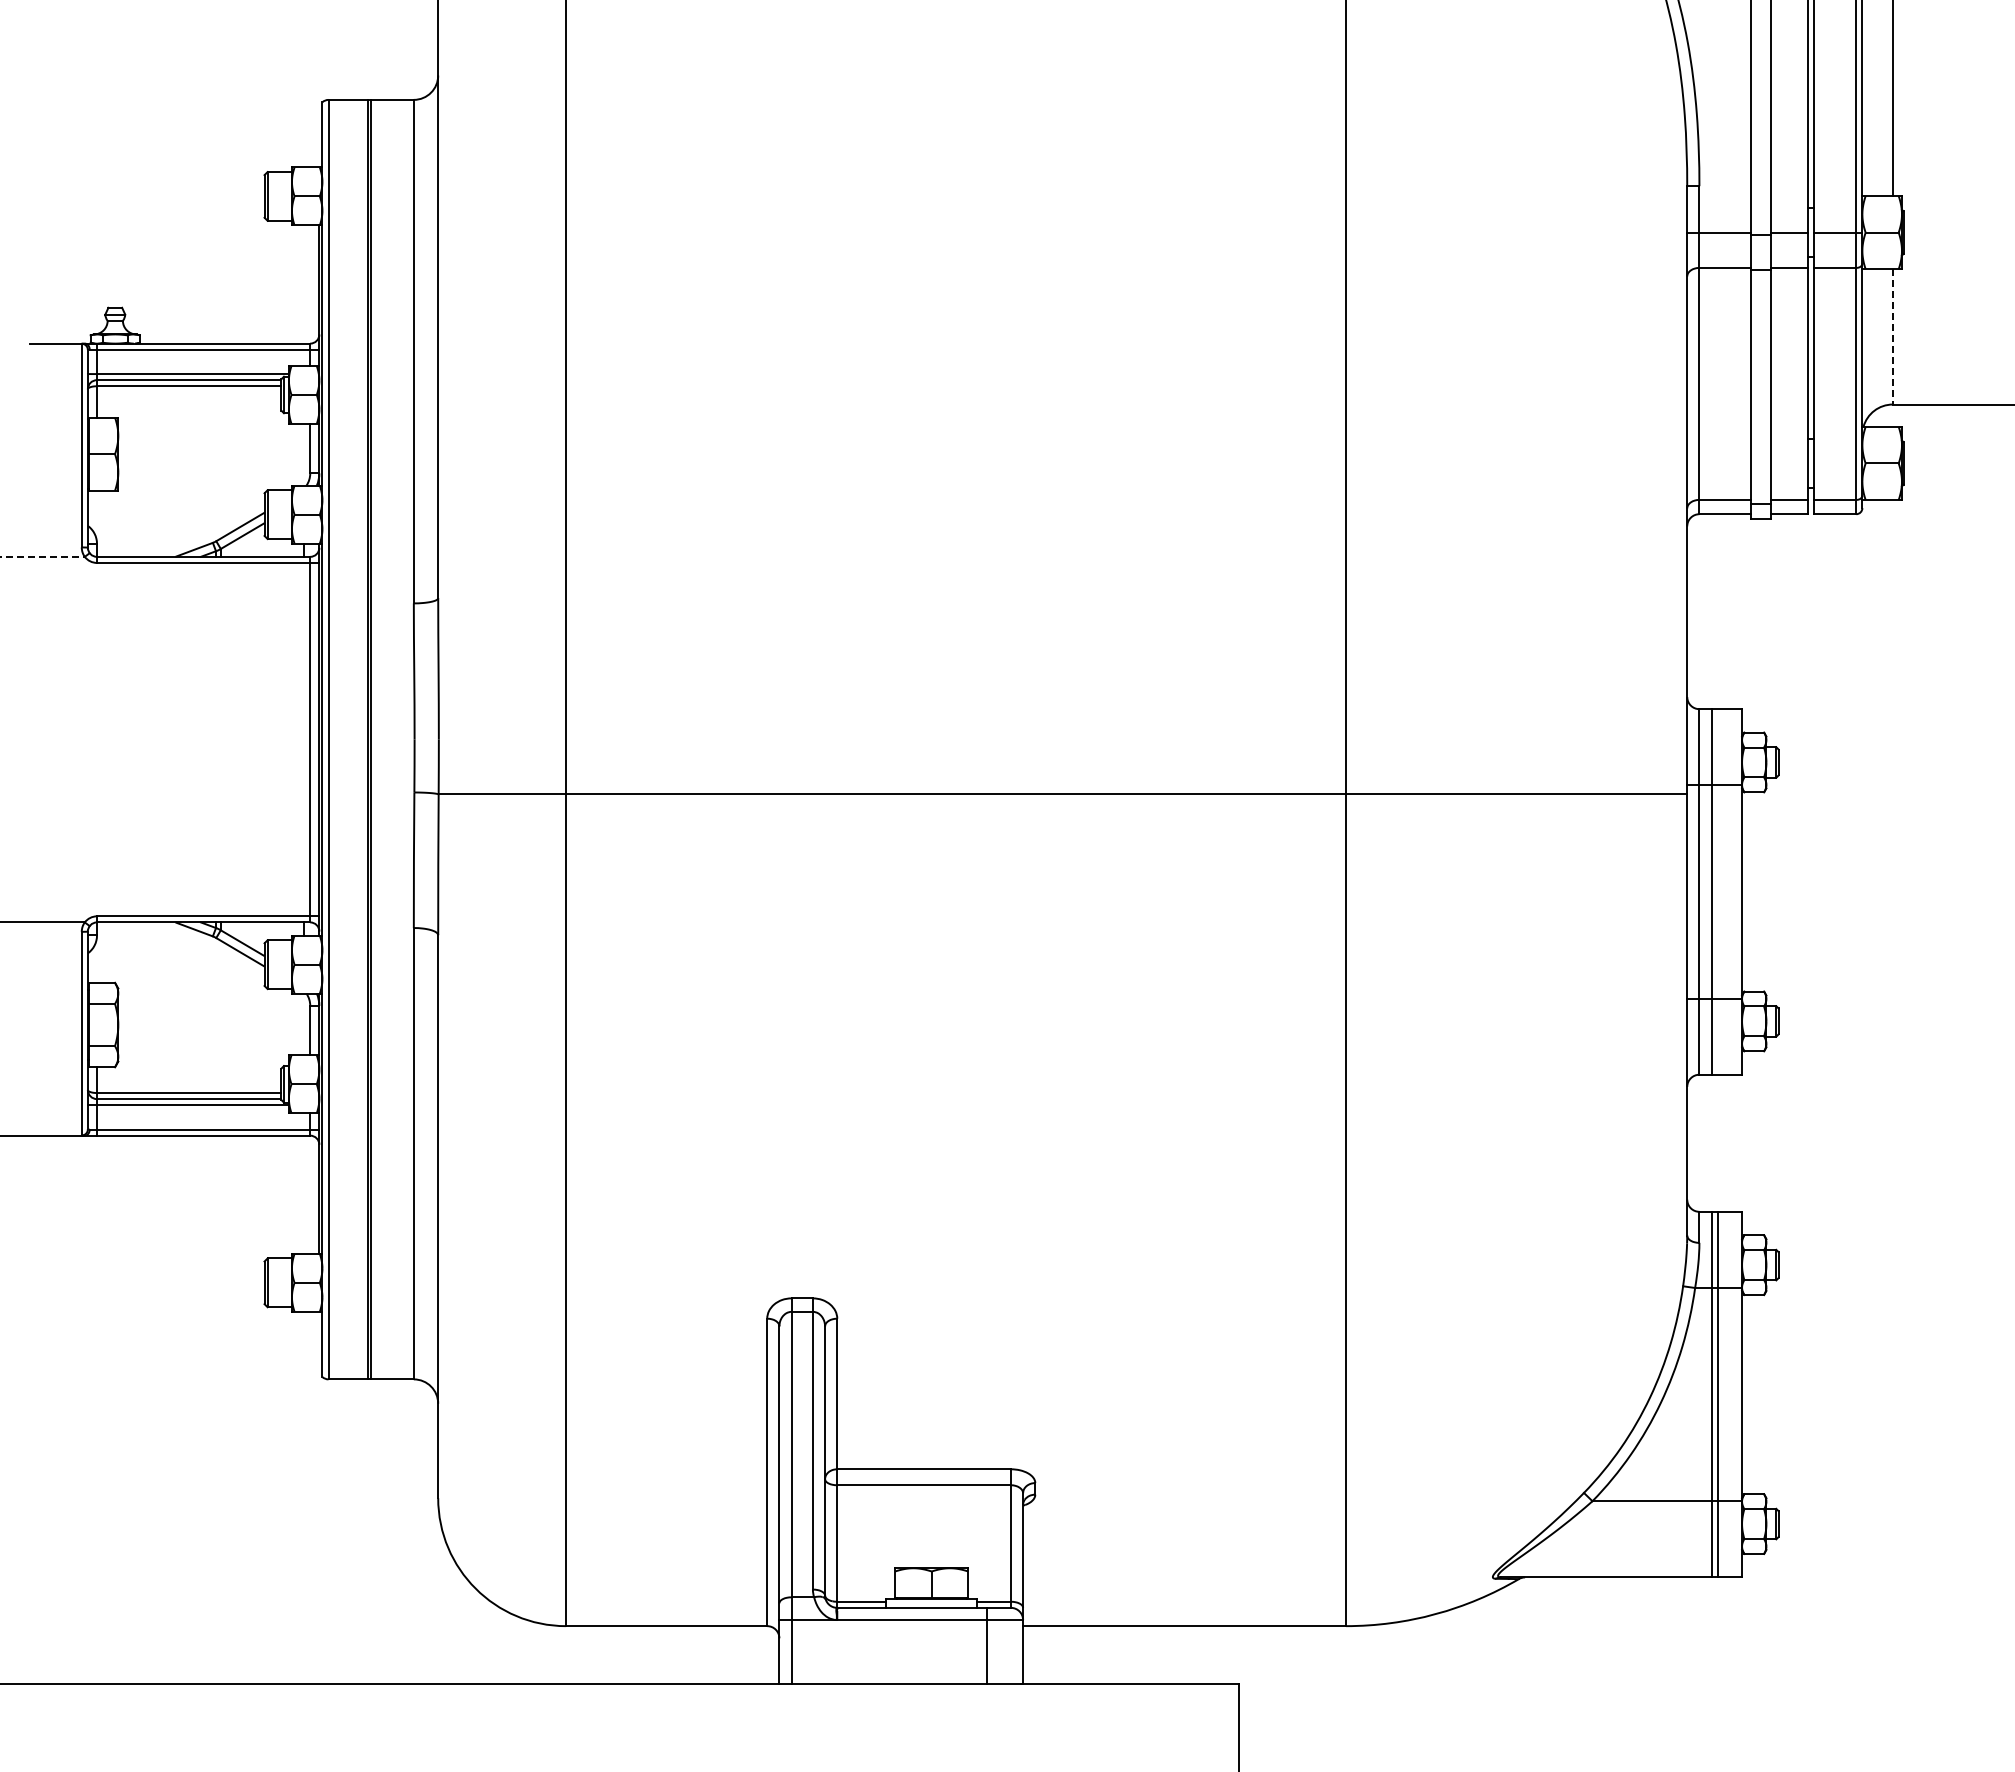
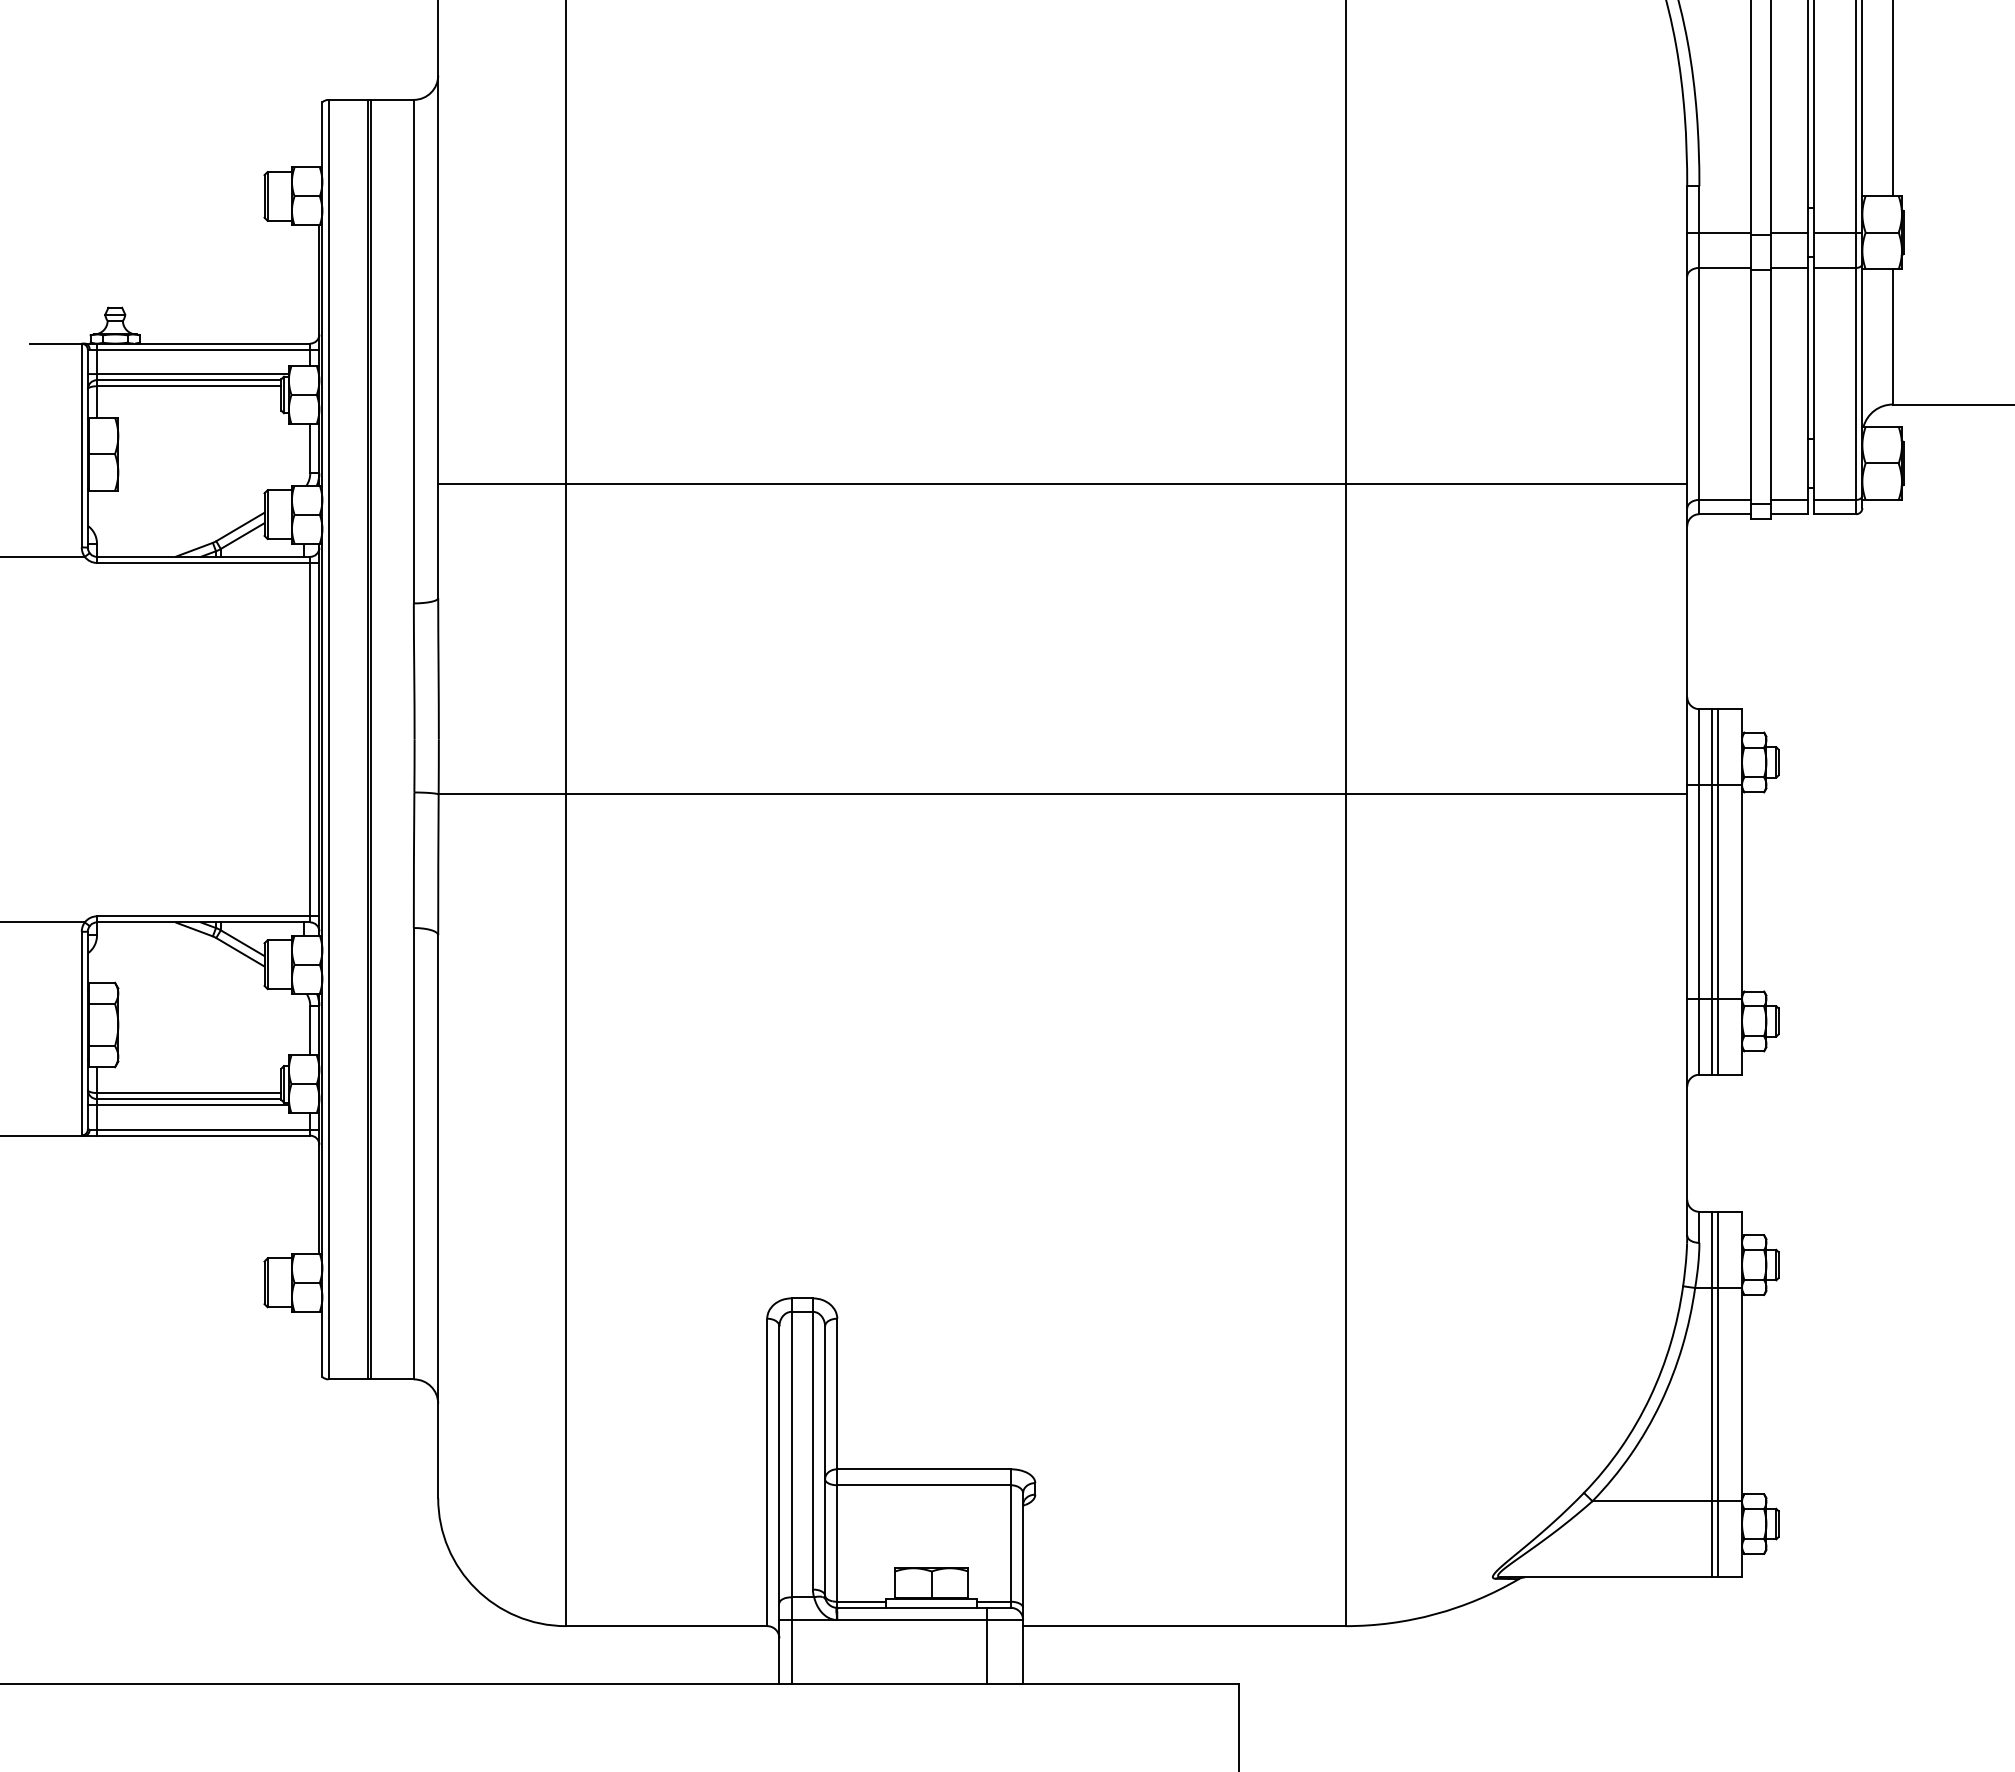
line at (1892, 336): dashed -> solid
line at (1062, 483): none -> present
line at (43, 556): dashed -> solid
line at (1717, 891): none -> present
